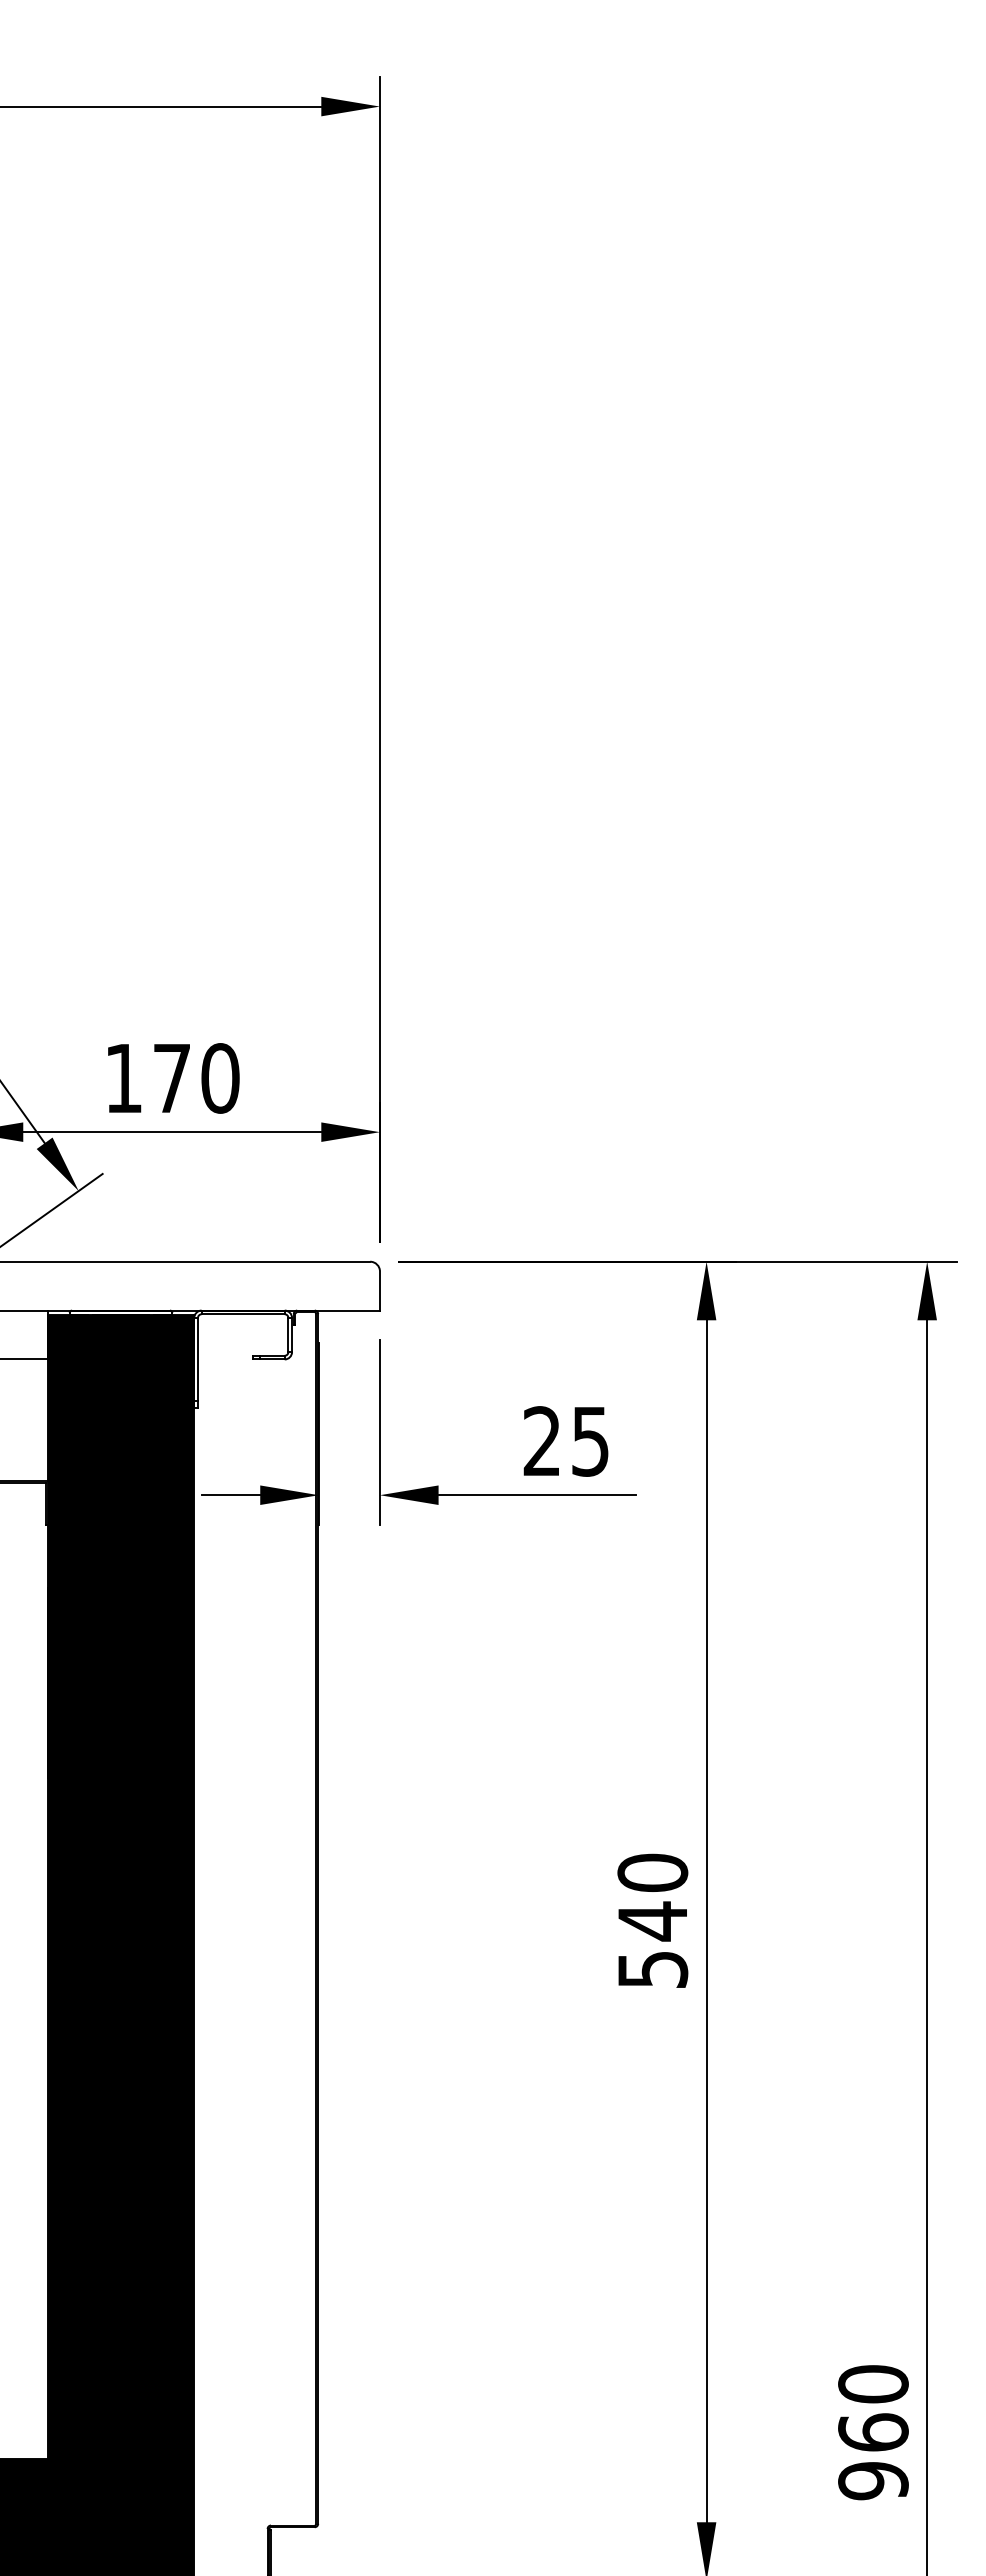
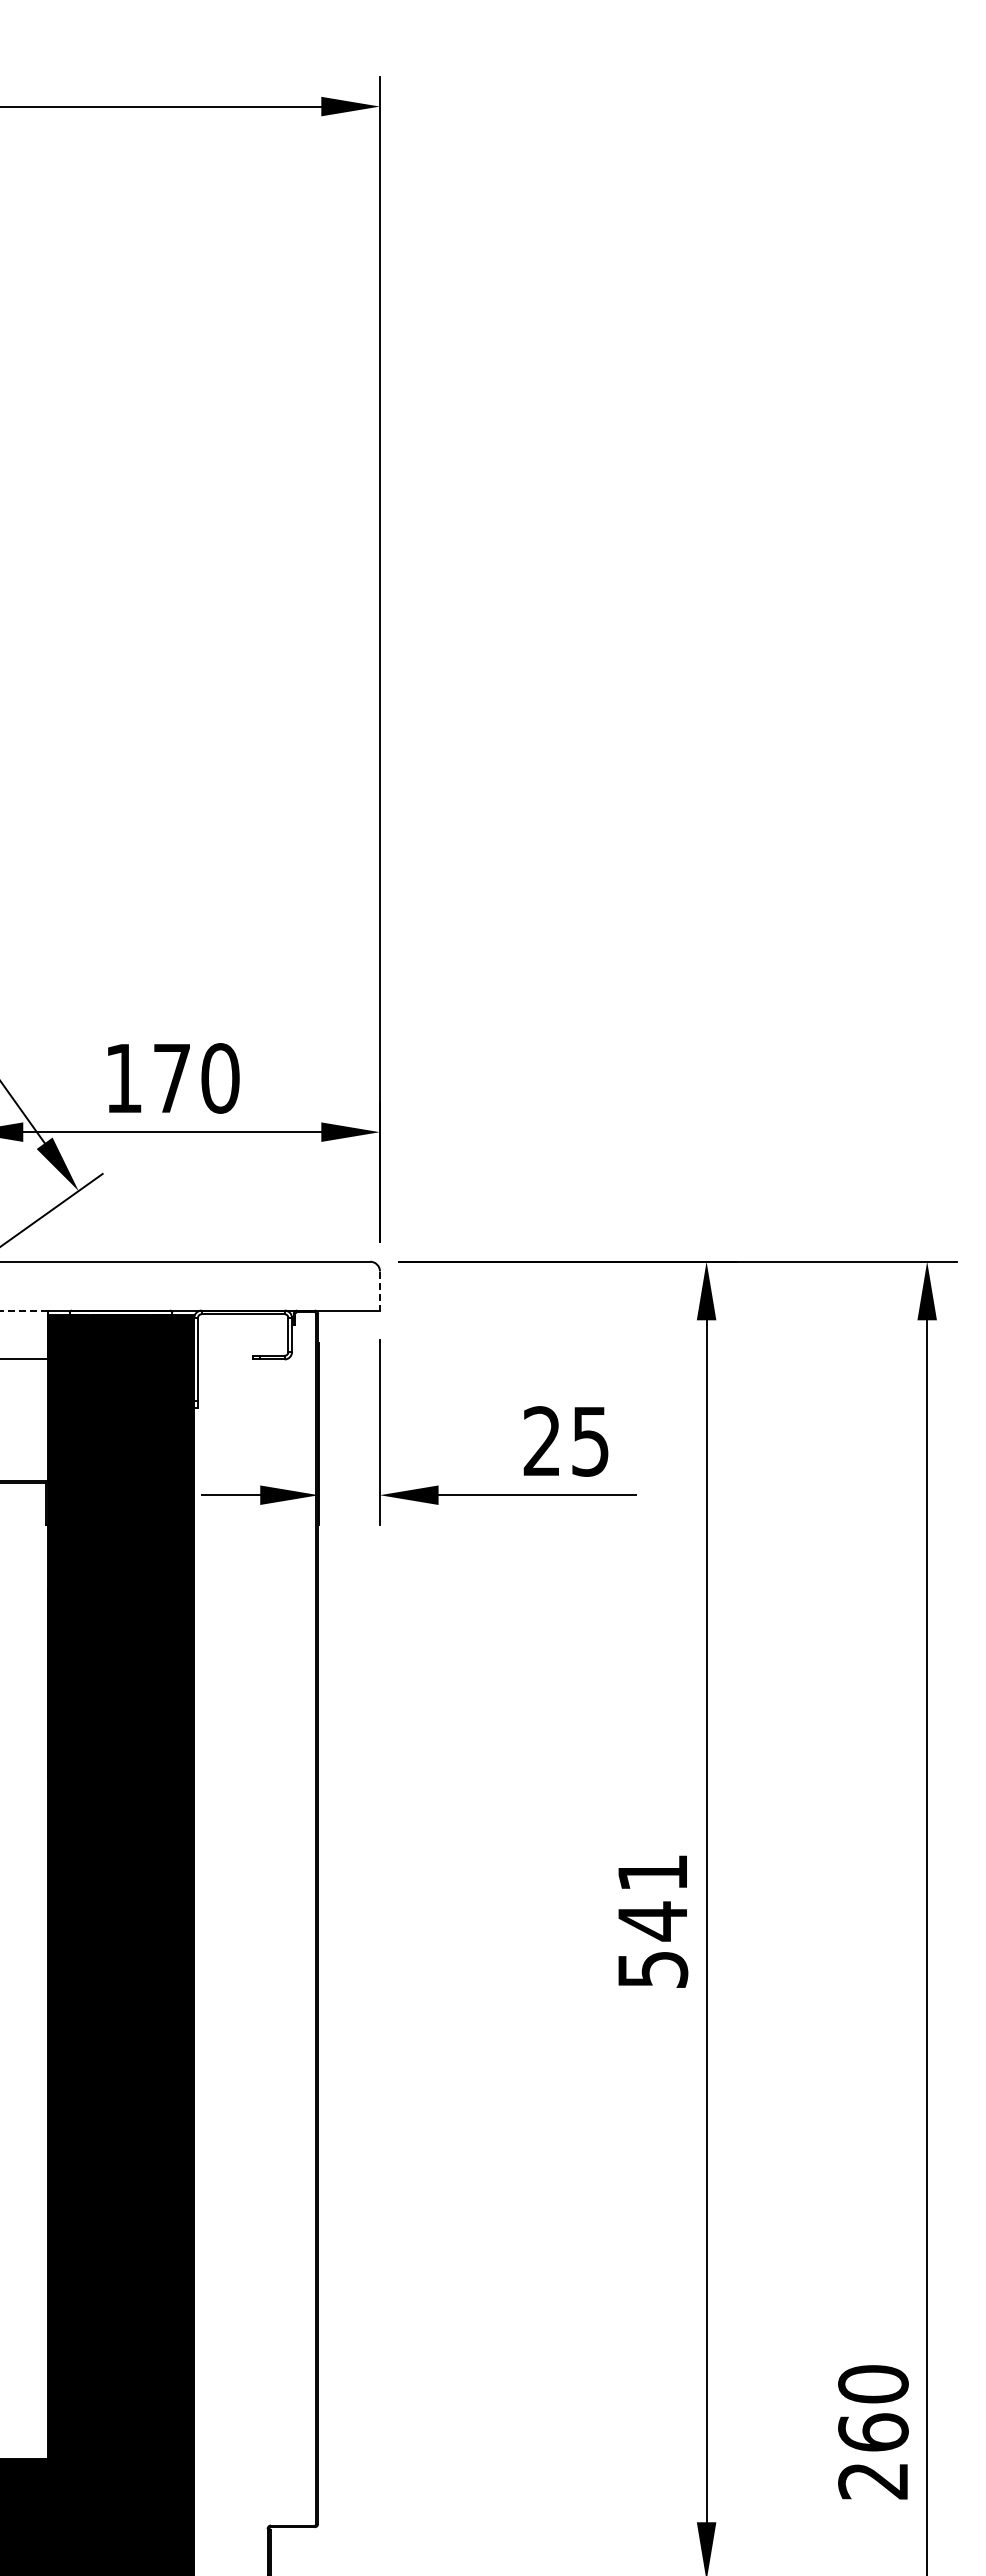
line at (379, 1291): solid -> dashed
line at (23, 1310): solid -> dashed
text at (652, 1872): 540 -> 541
text at (873, 2481): 960 -> 260
